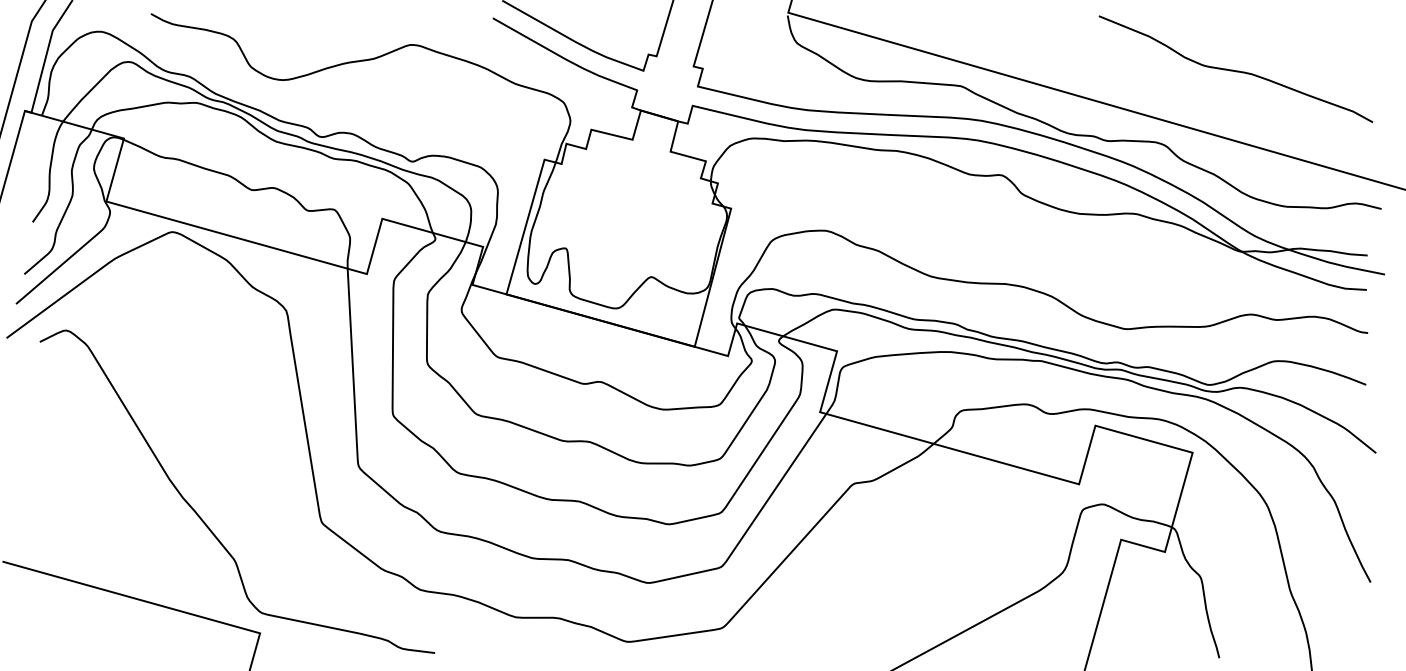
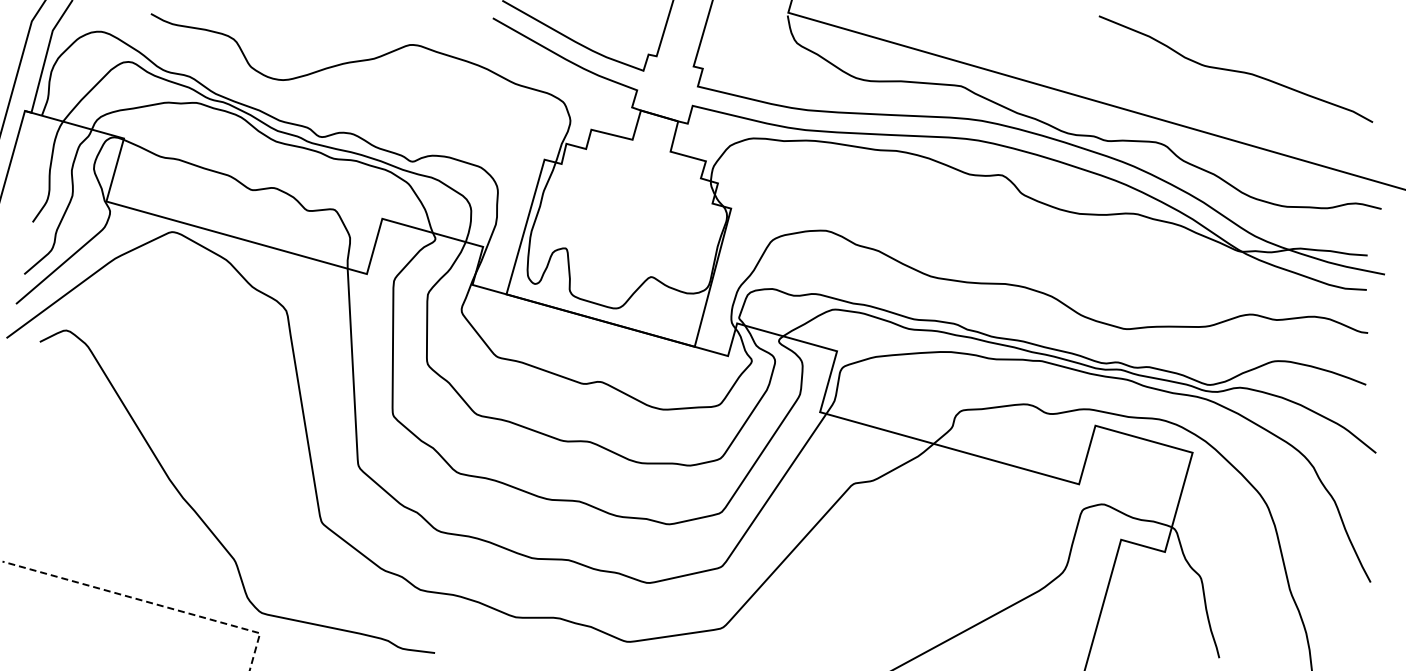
line at (150, 602): solid -> dashed
